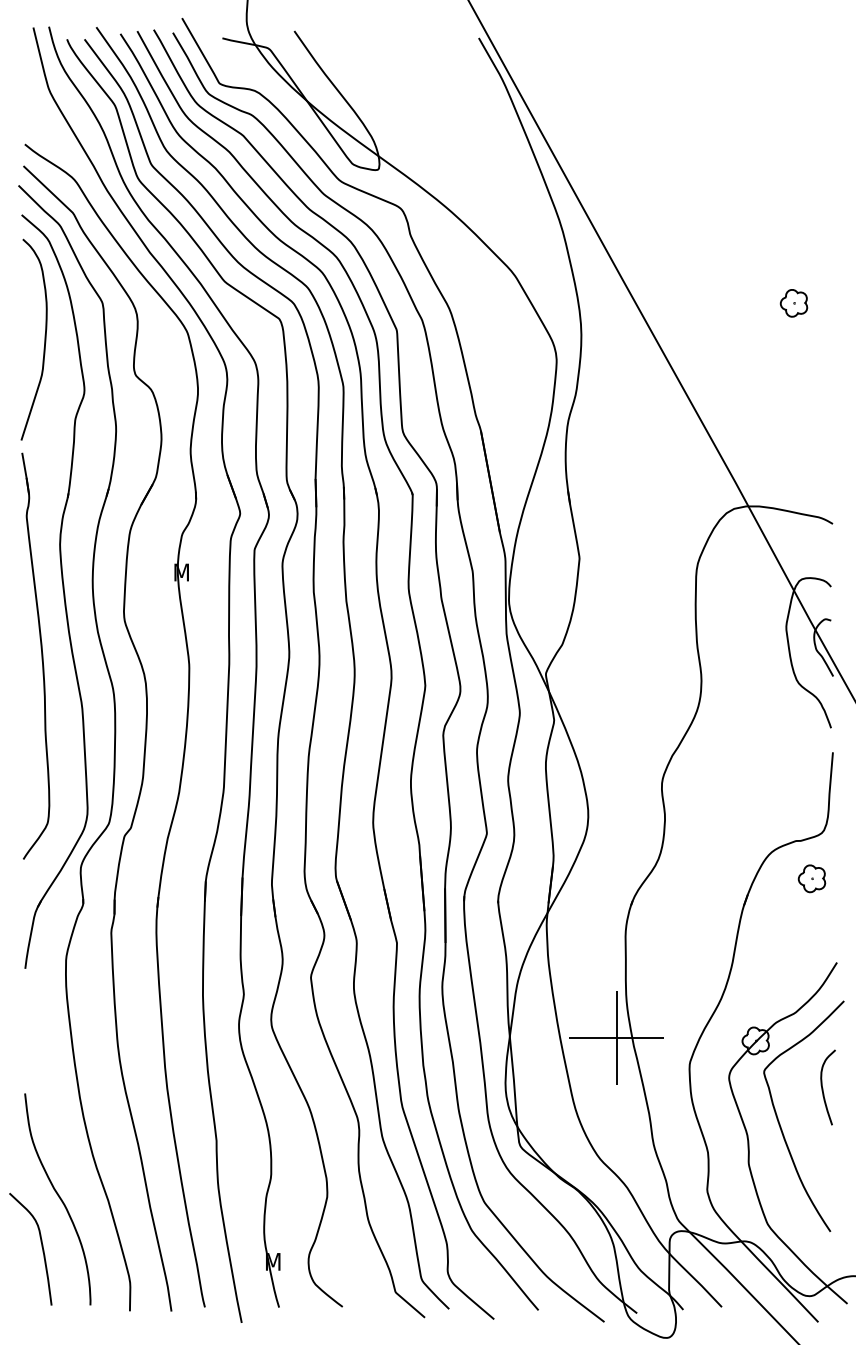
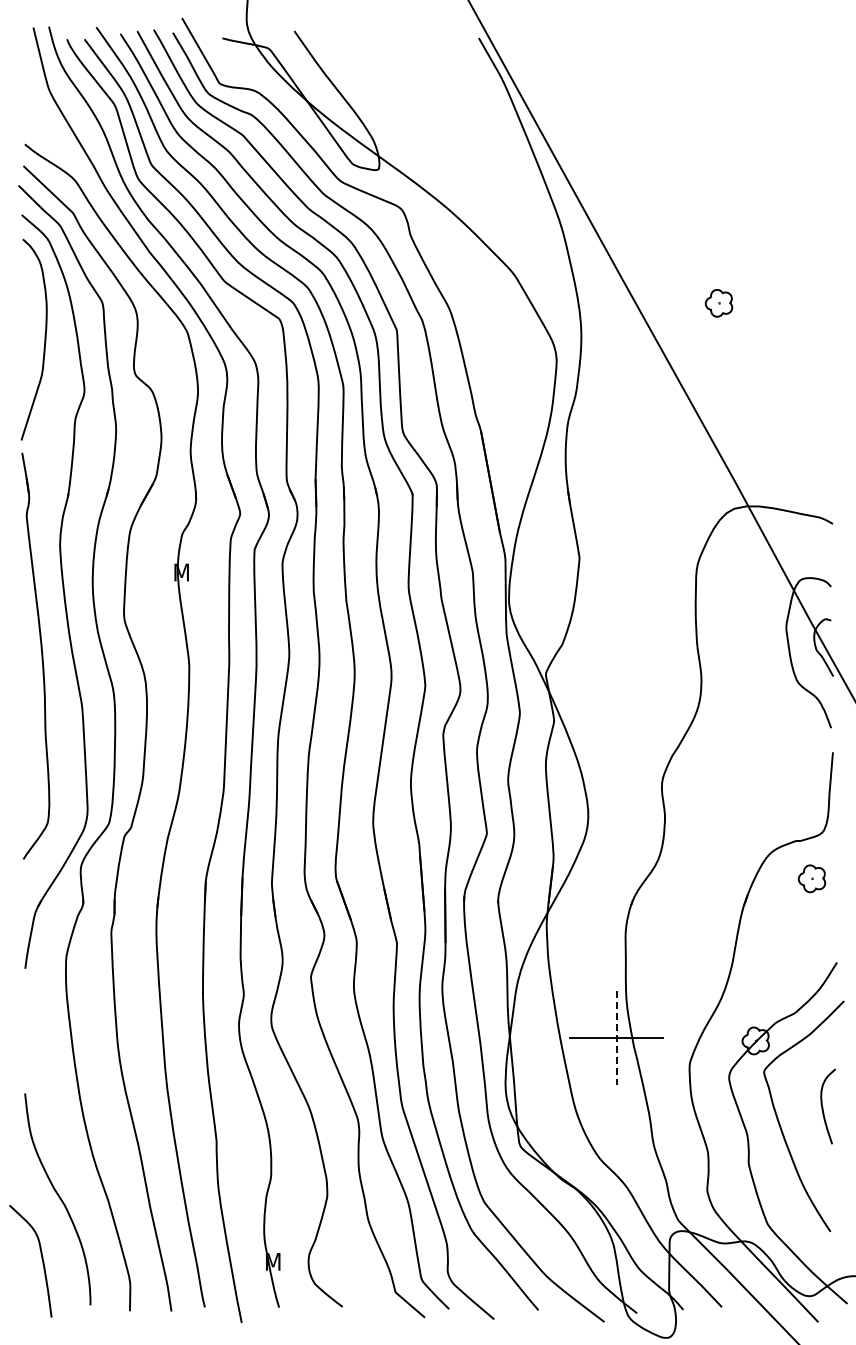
part at (793, 303) position: (793, 303) -> (718, 303)
line at (616, 1038): solid -> dashed
curve at (823, 1088) position: (823, 1088) -> (823, 1107)
curve at (41, 1247) position: (41, 1247) -> (41, 1259)
